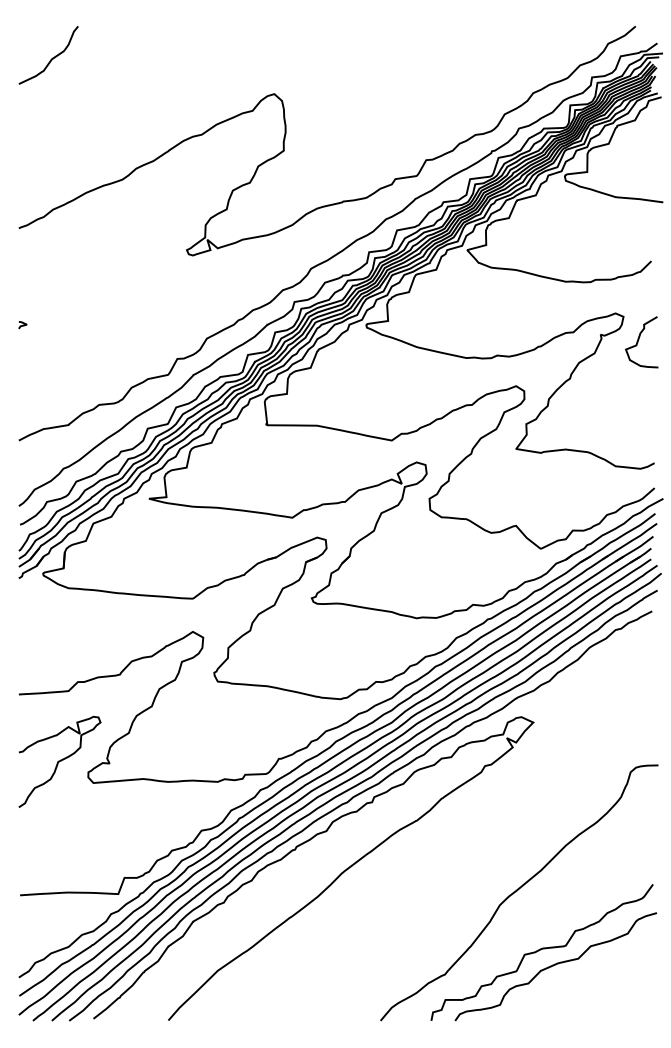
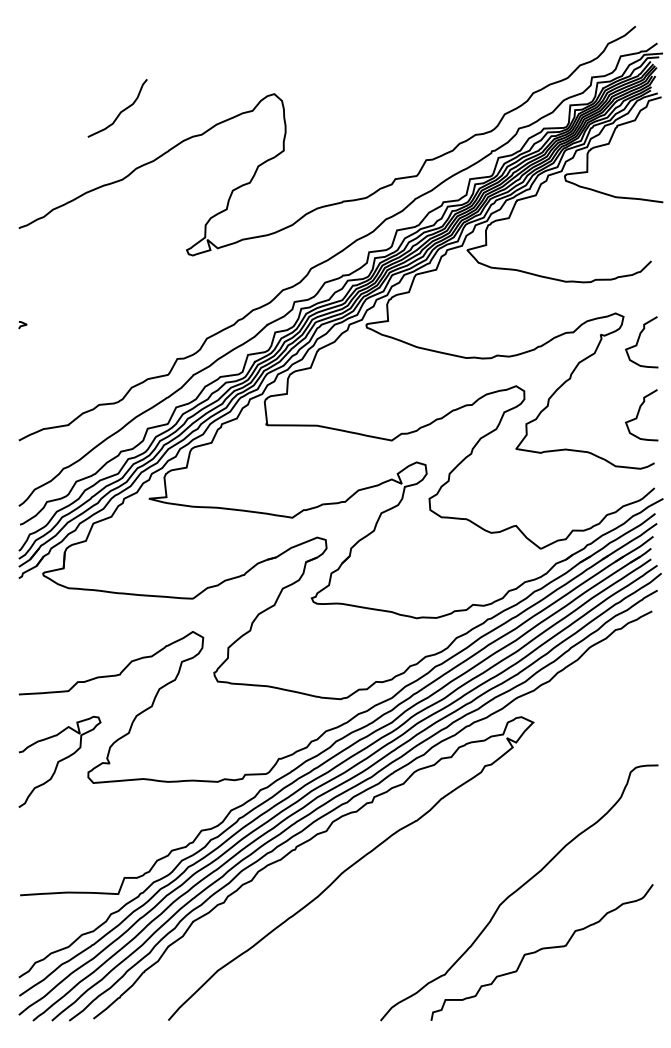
curve at (51, 58) position: (51, 58) -> (120, 111)
curve at (638, 415): none -> present
curve at (555, 965): present -> none
